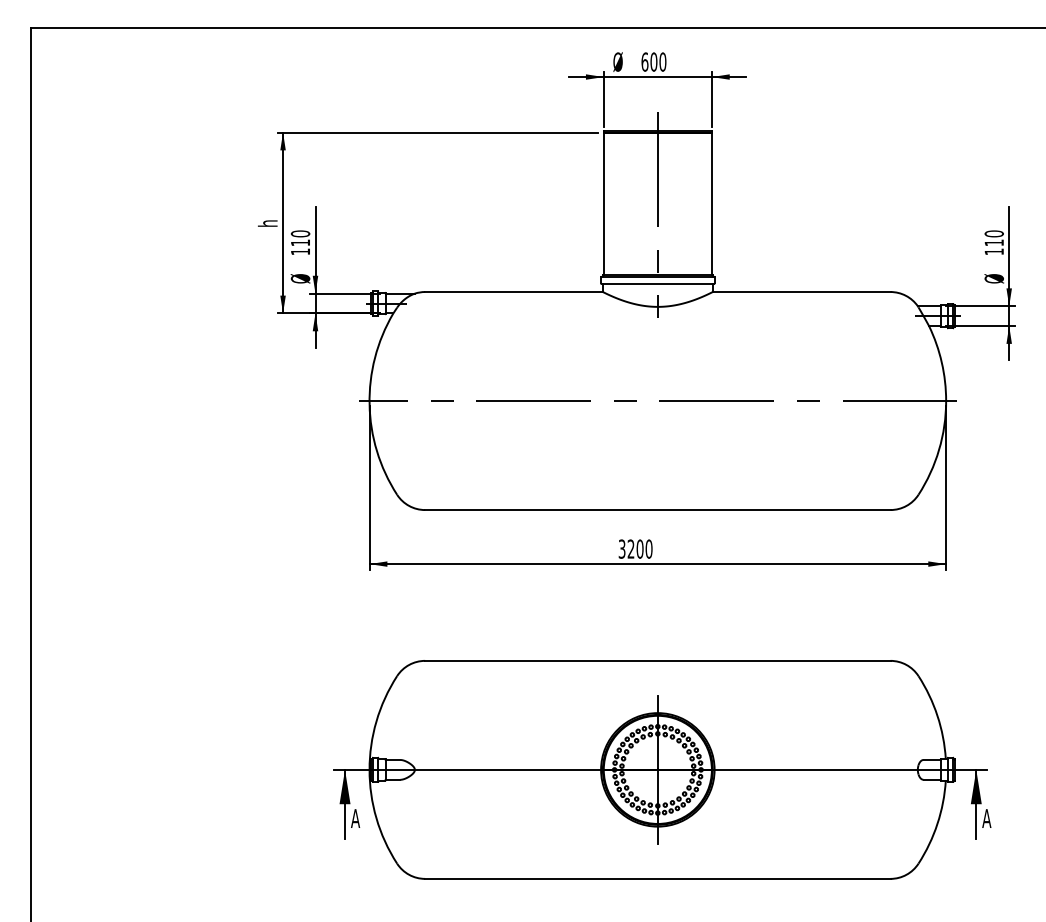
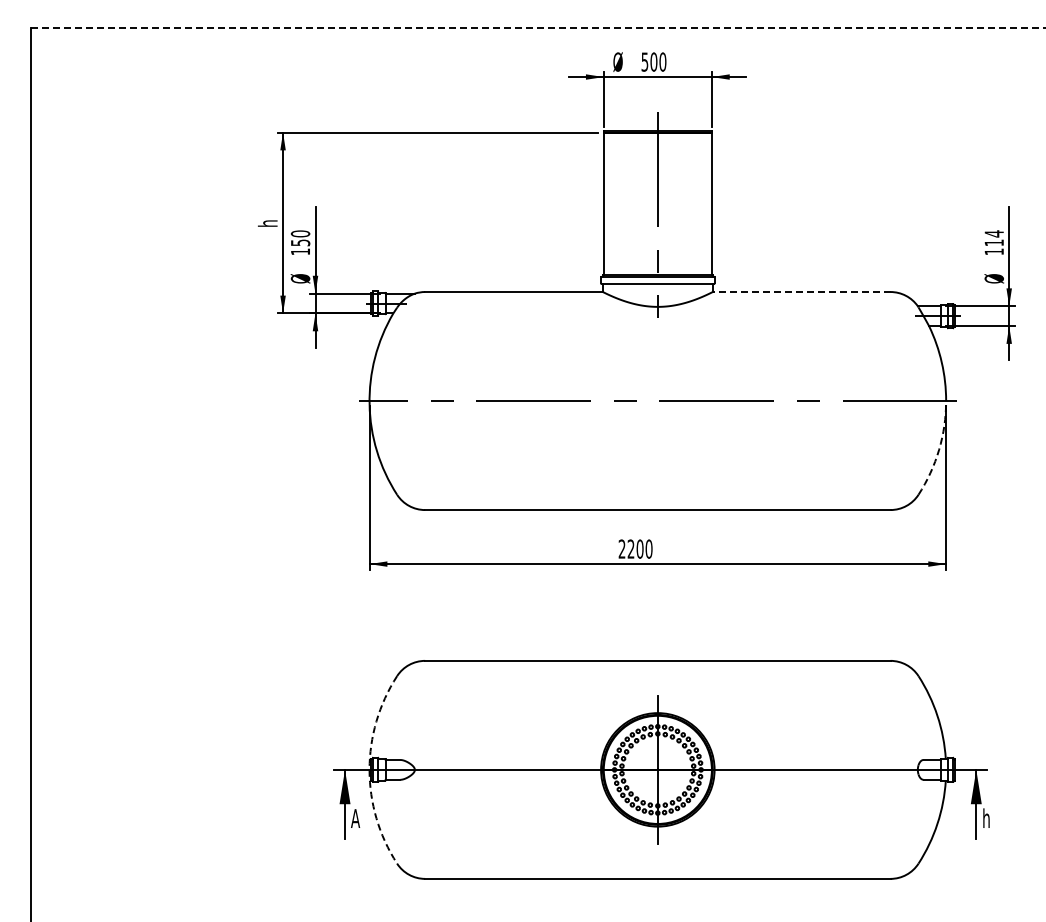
line at (538, 27): solid -> dashed
text at (644, 61): 600 -> 500
text at (993, 233): 110 -> 114
text at (300, 242): 110 -> 150
line at (801, 292): solid -> dashed
arc at (939, 449): solid -> dashed
text at (621, 549): 3200 -> 2200
arc at (369, 769): solid -> dashed
text at (986, 817): A -> h
